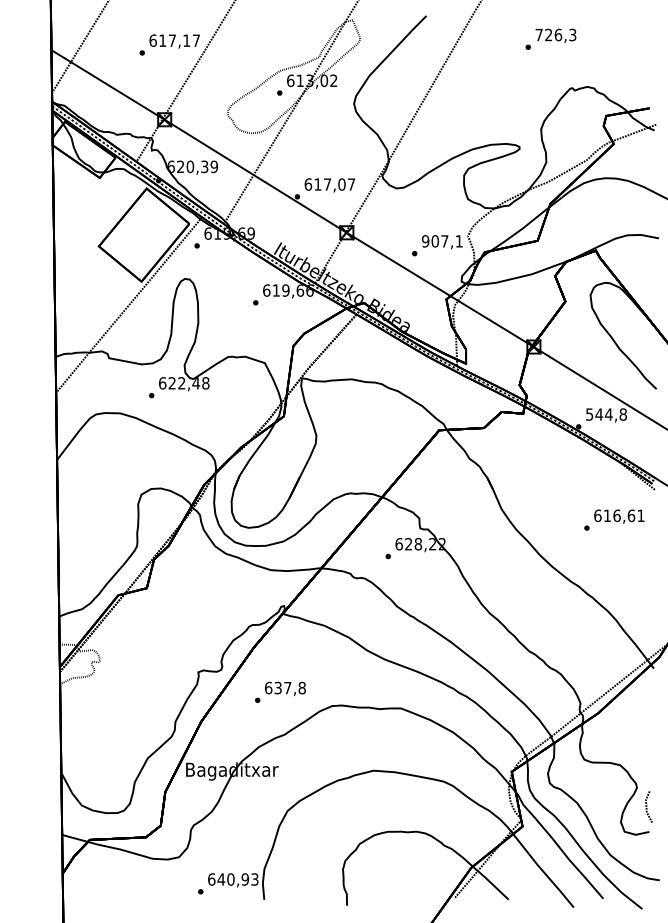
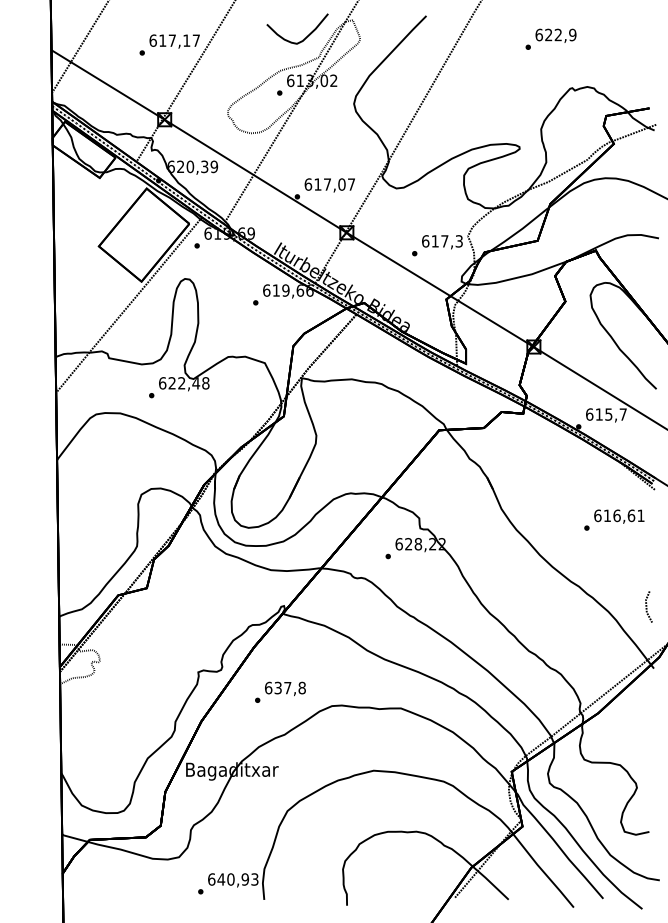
text at (555, 34): 726,3 -> 622,9
curve at (306, 36): none -> present
text at (441, 241): 907,1 -> 617,3
text at (606, 414): 544,8 -> 615,7
line at (647, 806) position: (647, 806) -> (647, 606)
